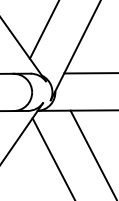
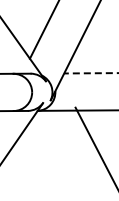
line at (91, 73): solid -> dashed
line at (92, 153) position: (92, 153) -> (95, 146)
line at (52, 157): present -> none
